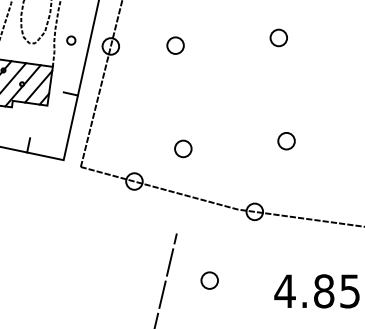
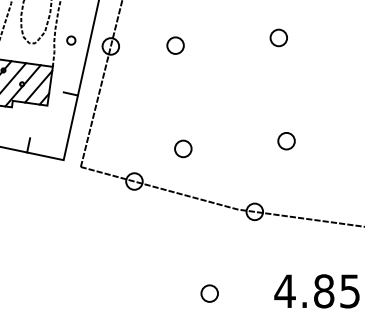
line at (165, 279): present -> none
part at (209, 280) position: (209, 280) -> (209, 293)
